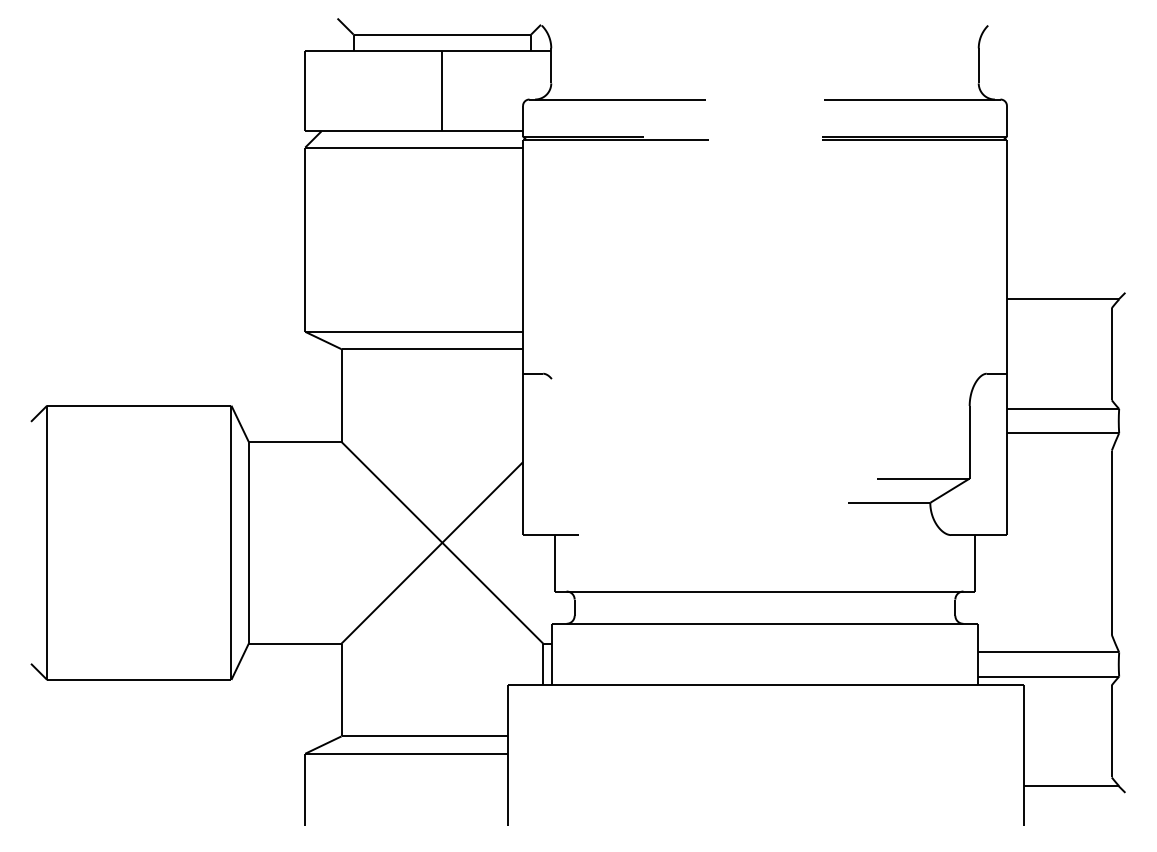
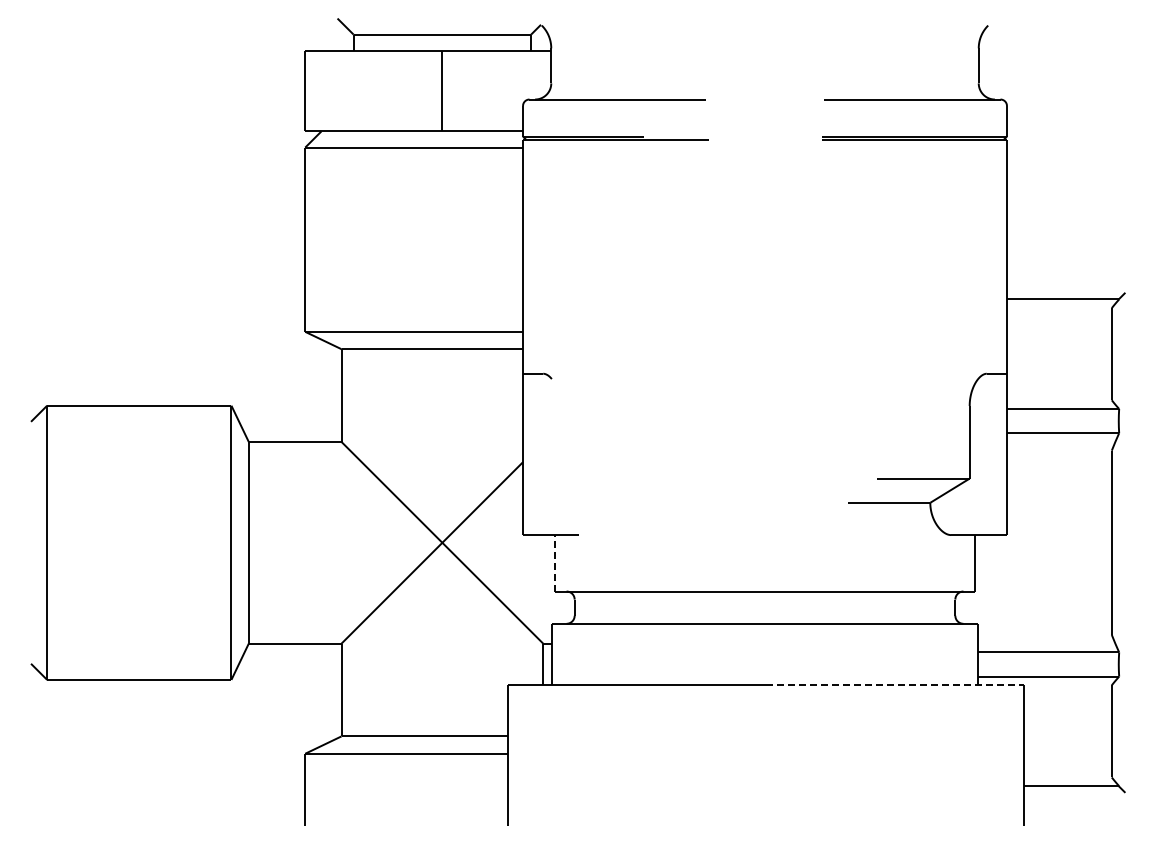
line at (555, 562): solid -> dashed
line at (895, 685): solid -> dashed
